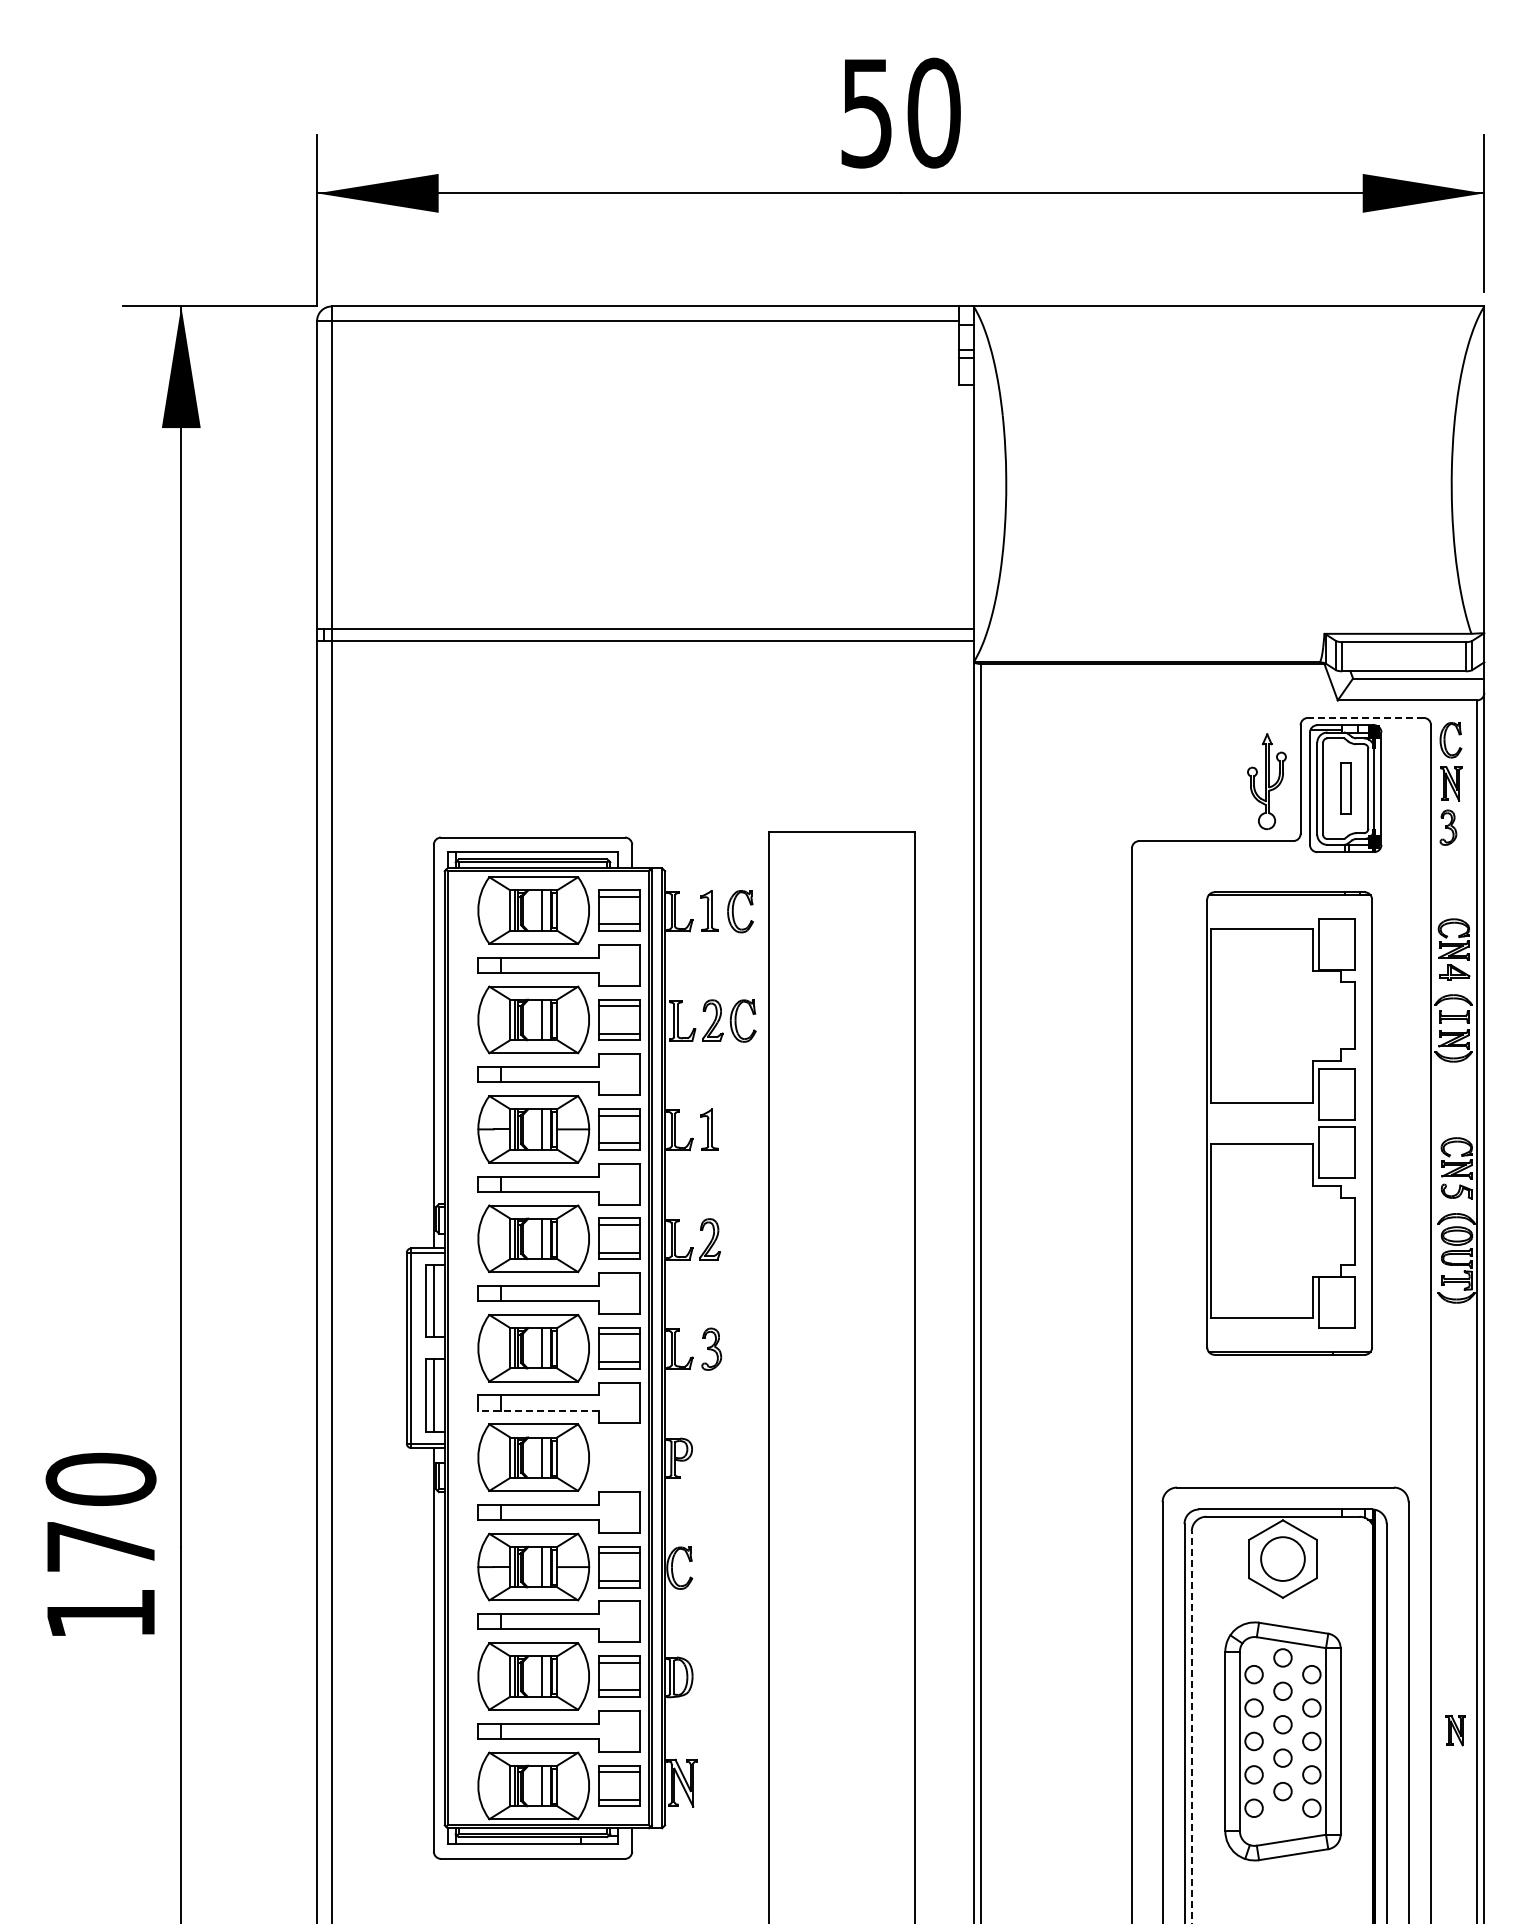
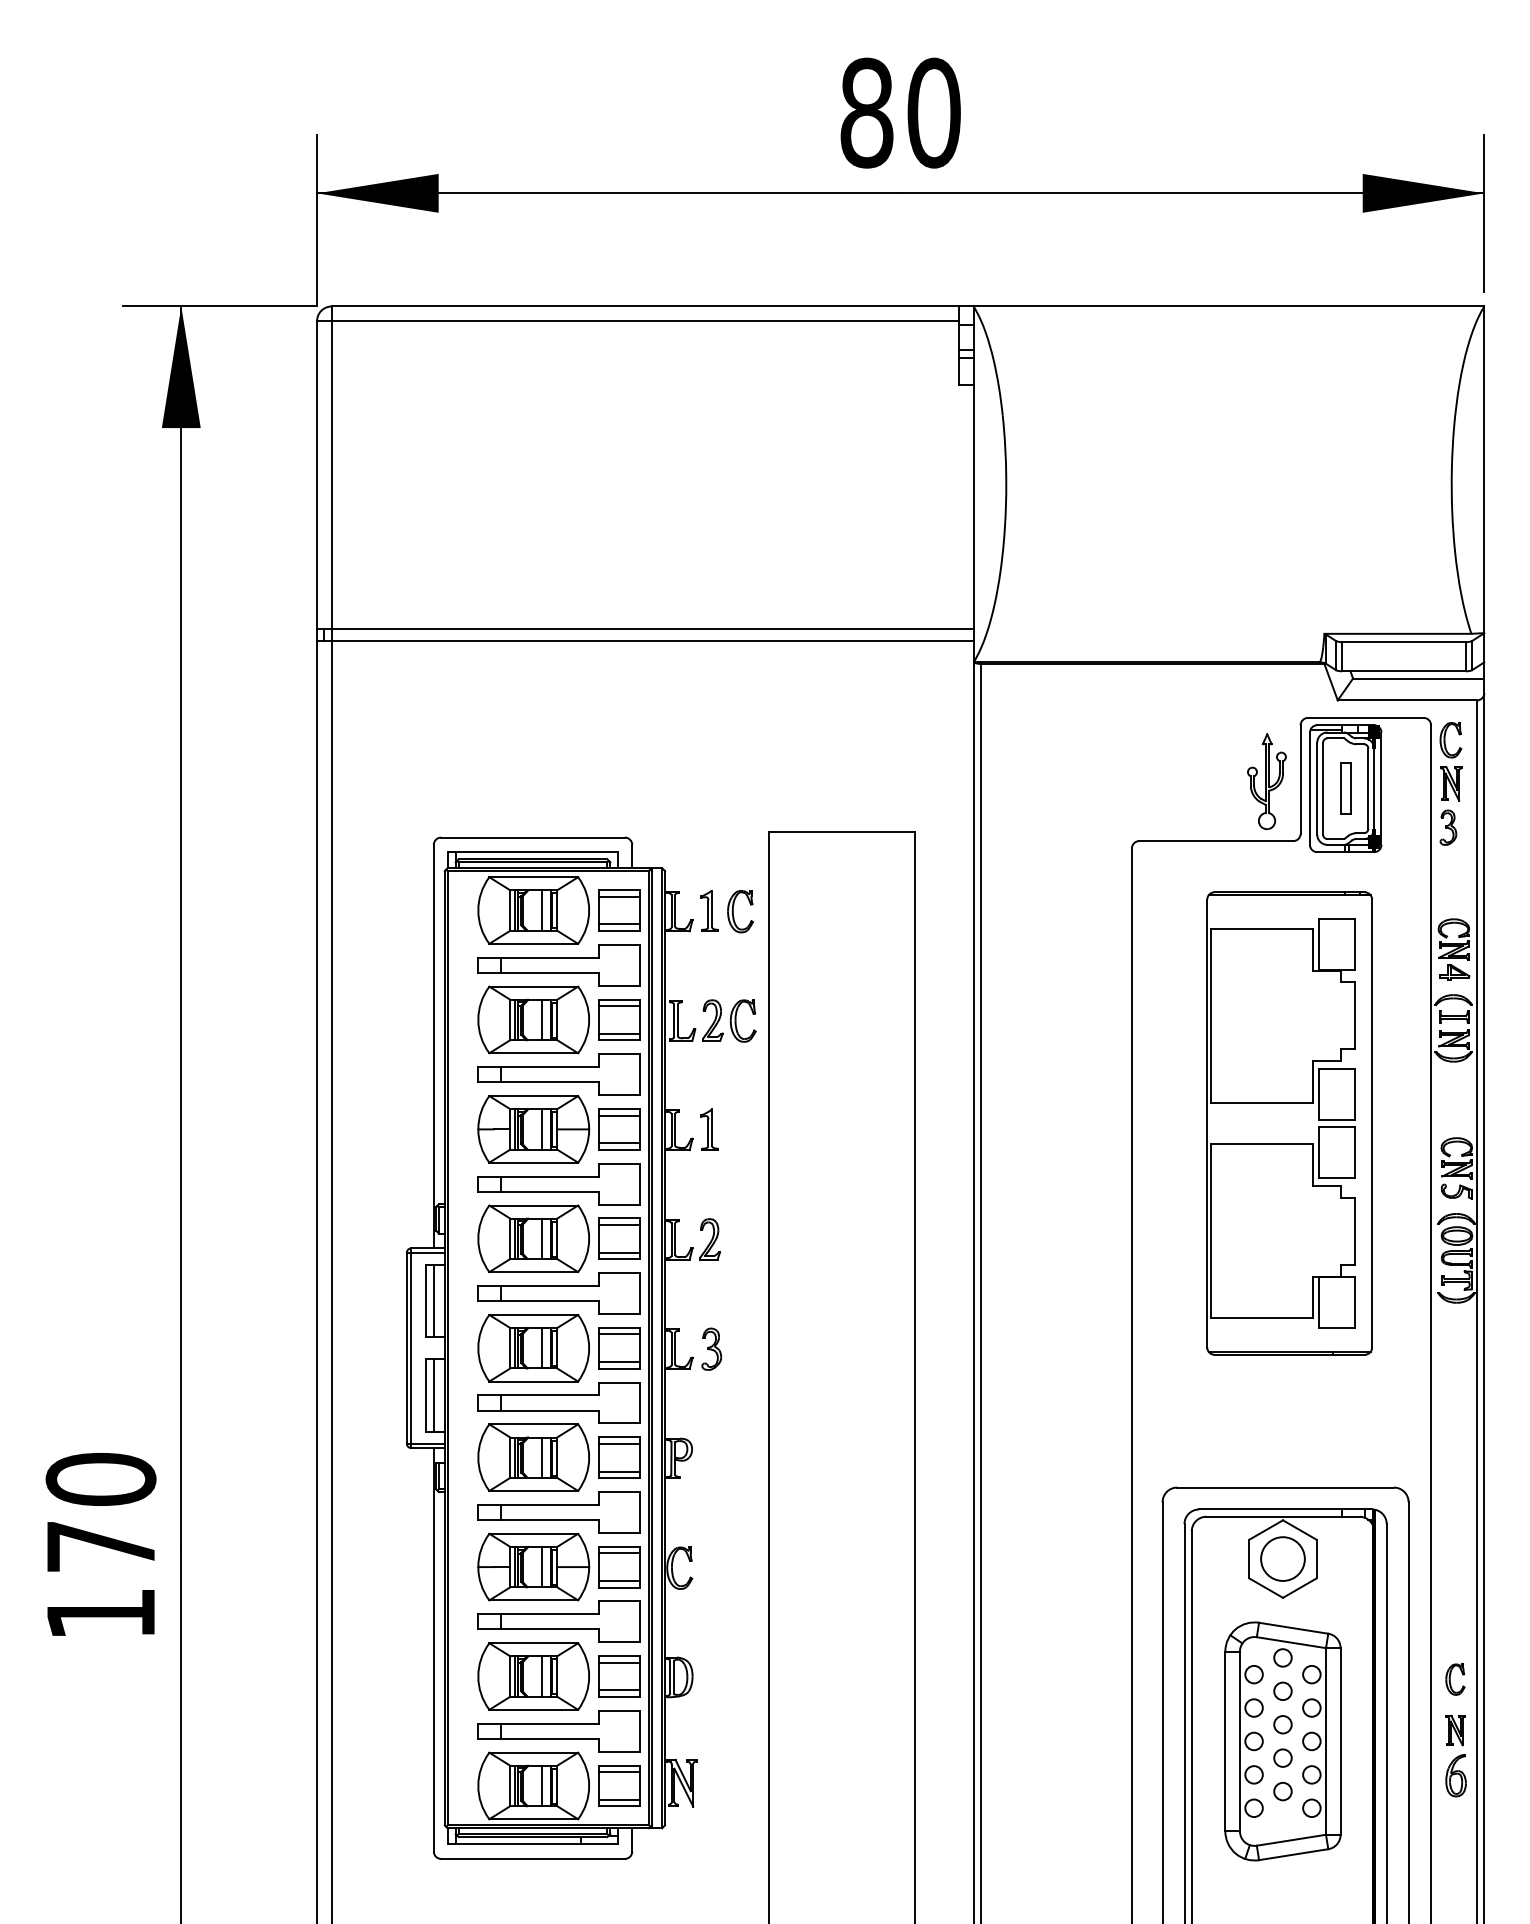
text at (866, 112): 50 -> 80
line at (1365, 717): dashed -> solid
line at (538, 1410): dashed -> solid
part at (619, 1457): none -> present
part at (1455, 1679): none -> present
line at (1191, 1726): dashed -> solid
part at (1455, 1775): none -> present
